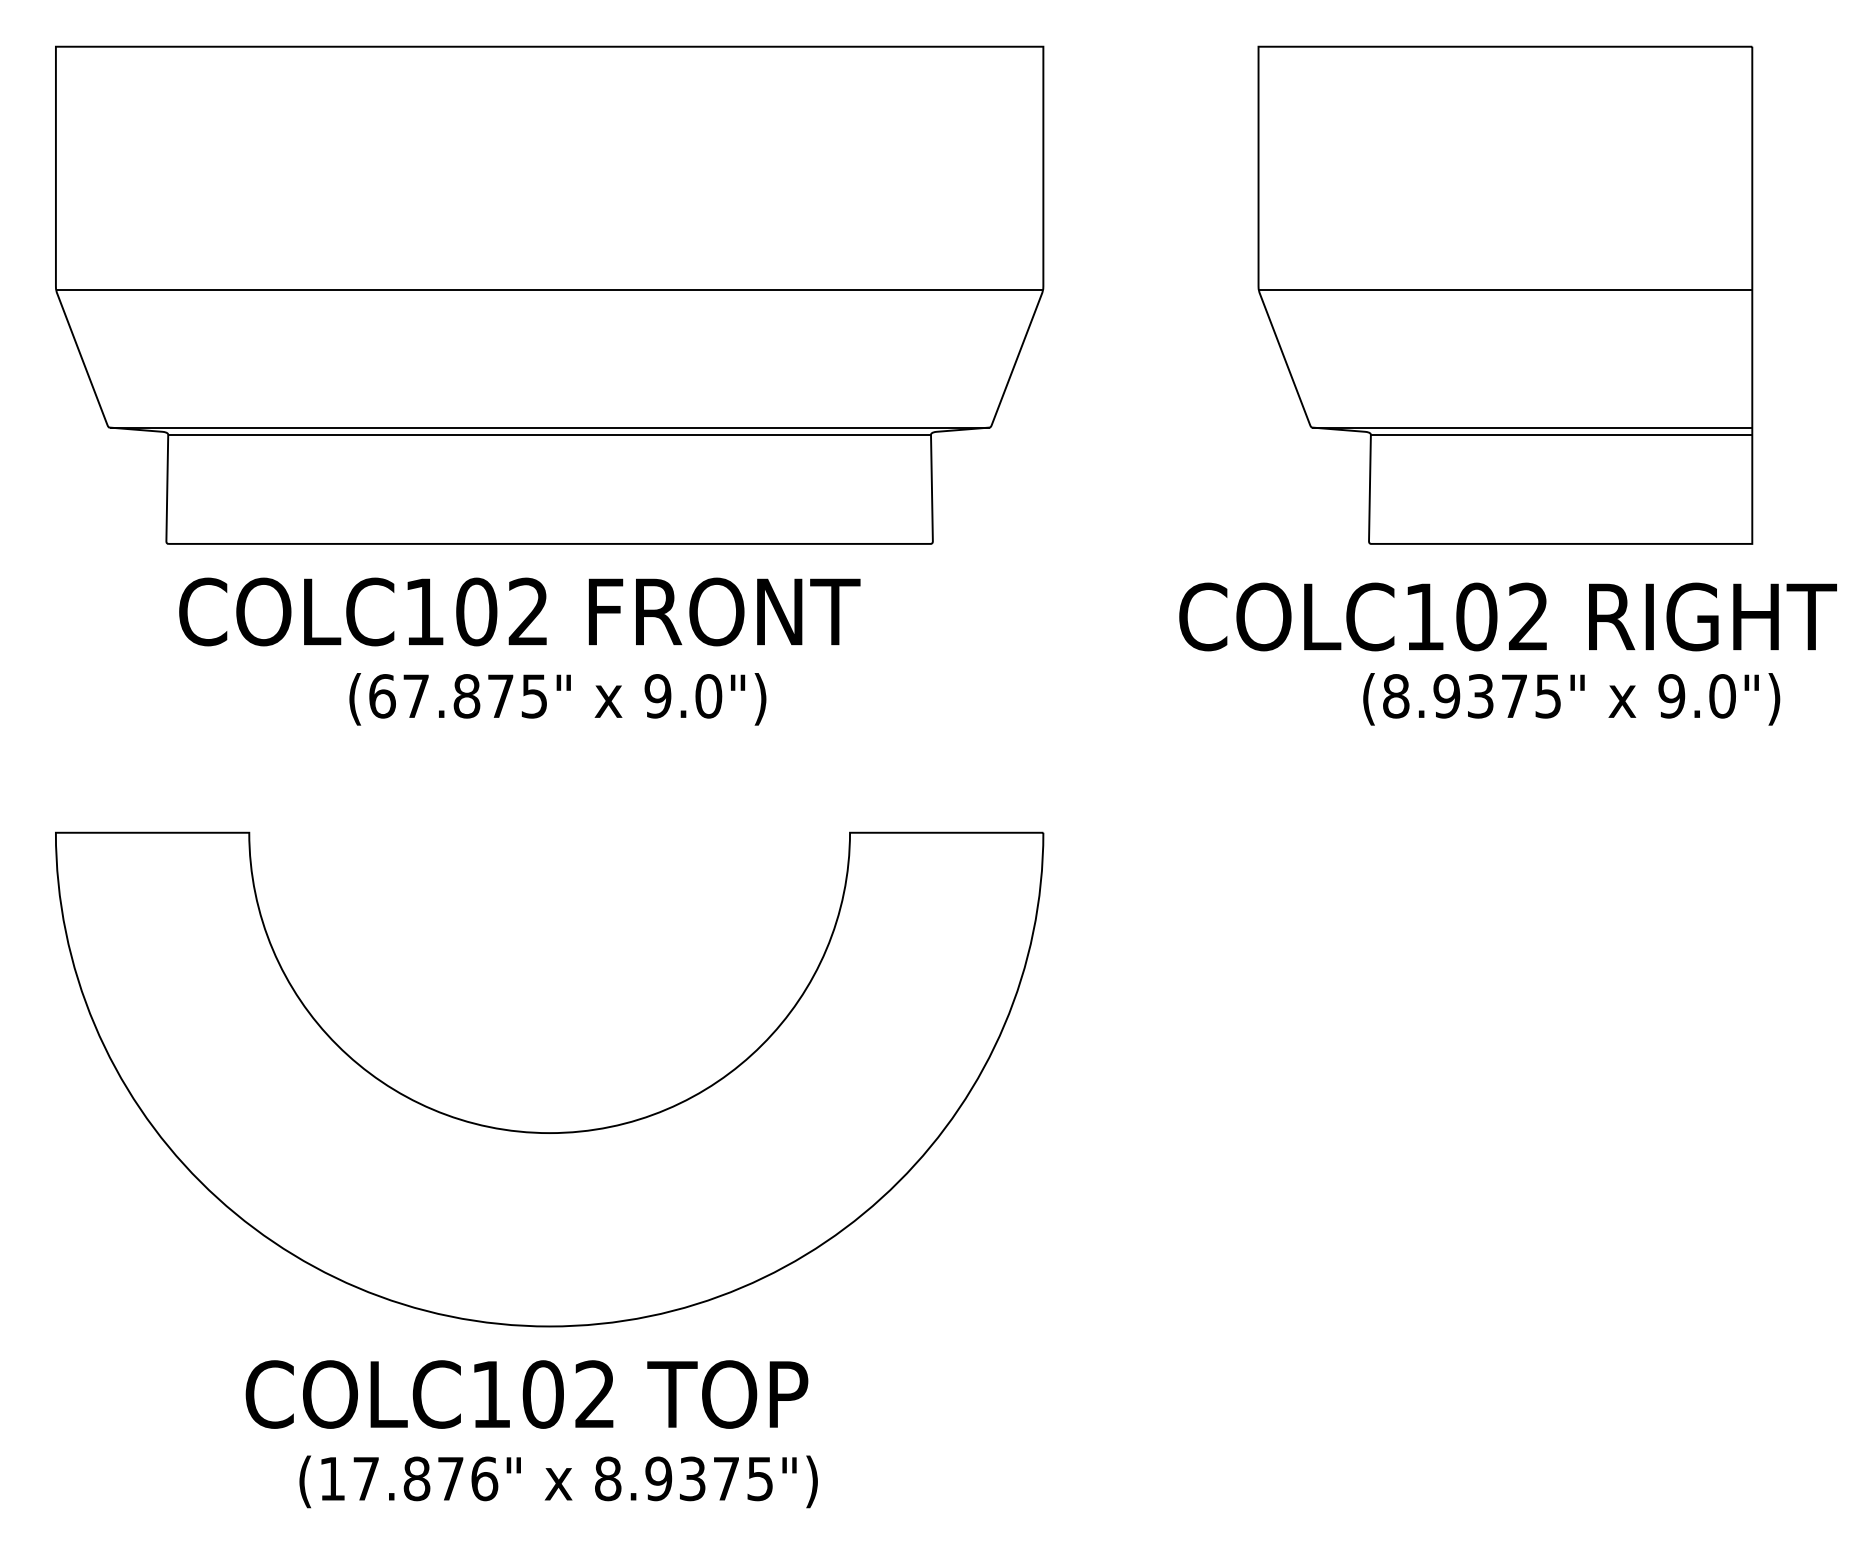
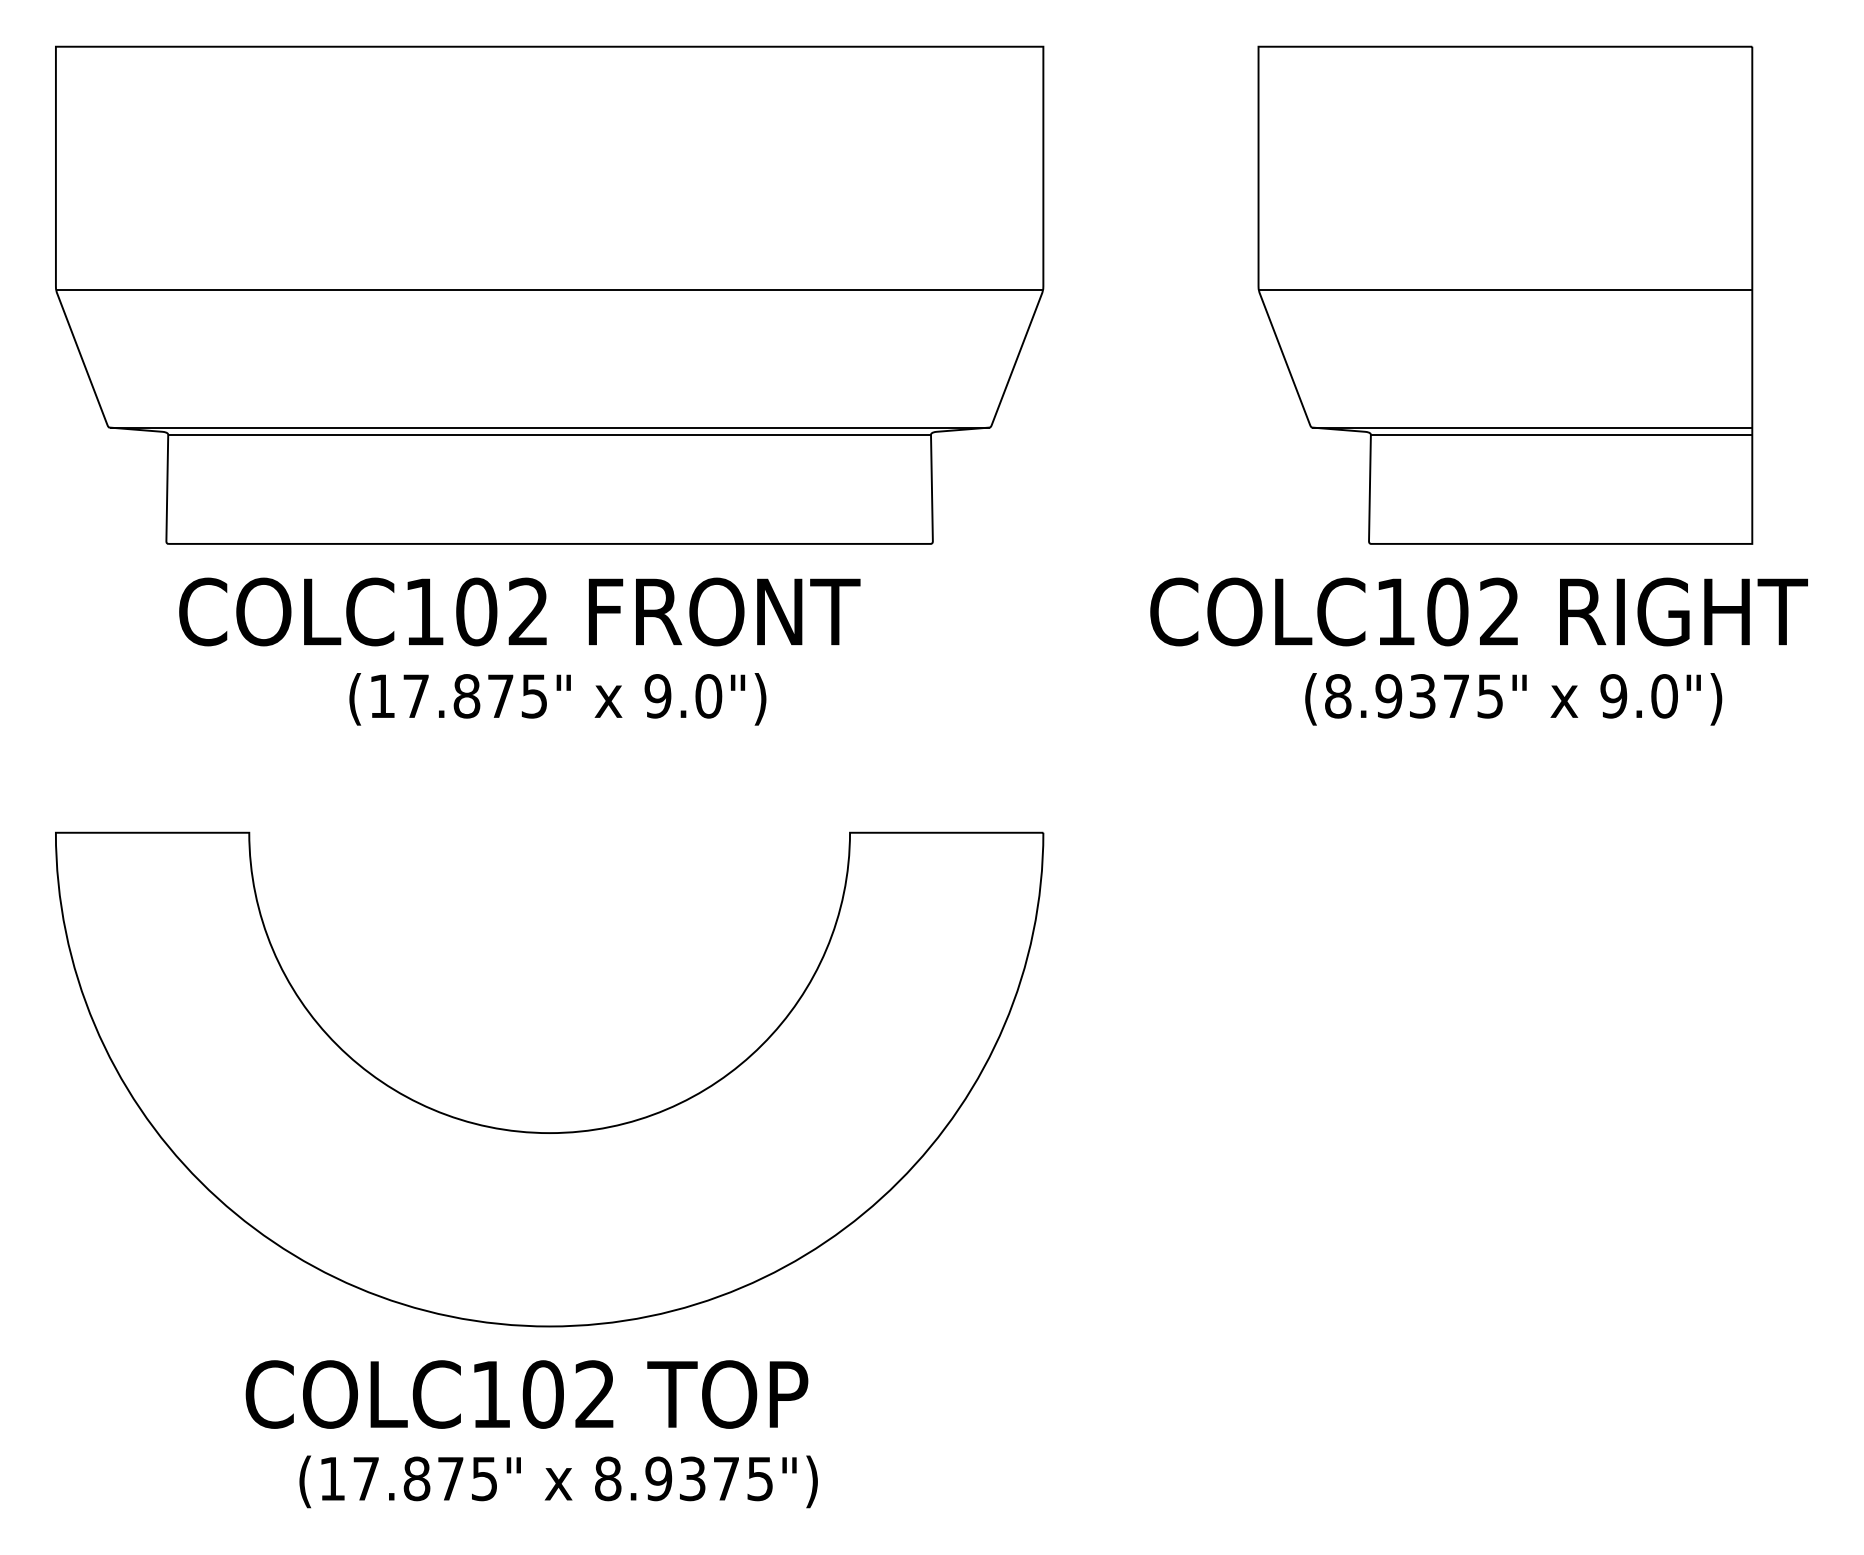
text at (1507, 616) position: (1507, 616) -> (1478, 611)
text at (382, 696): (67.875" -> (17.875"
text at (1571, 699) position: (1571, 699) -> (1513, 699)
text at (484, 1478): (17.876" -> (17.875"
